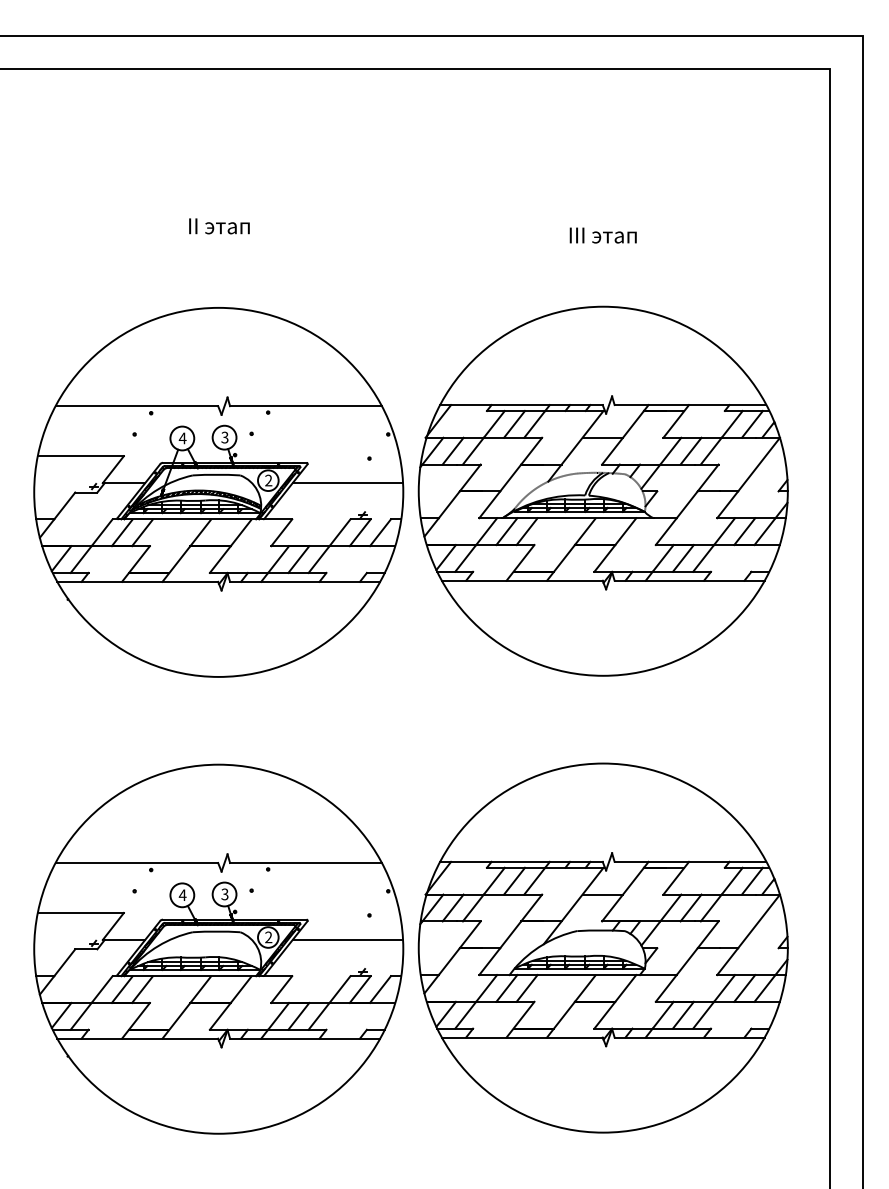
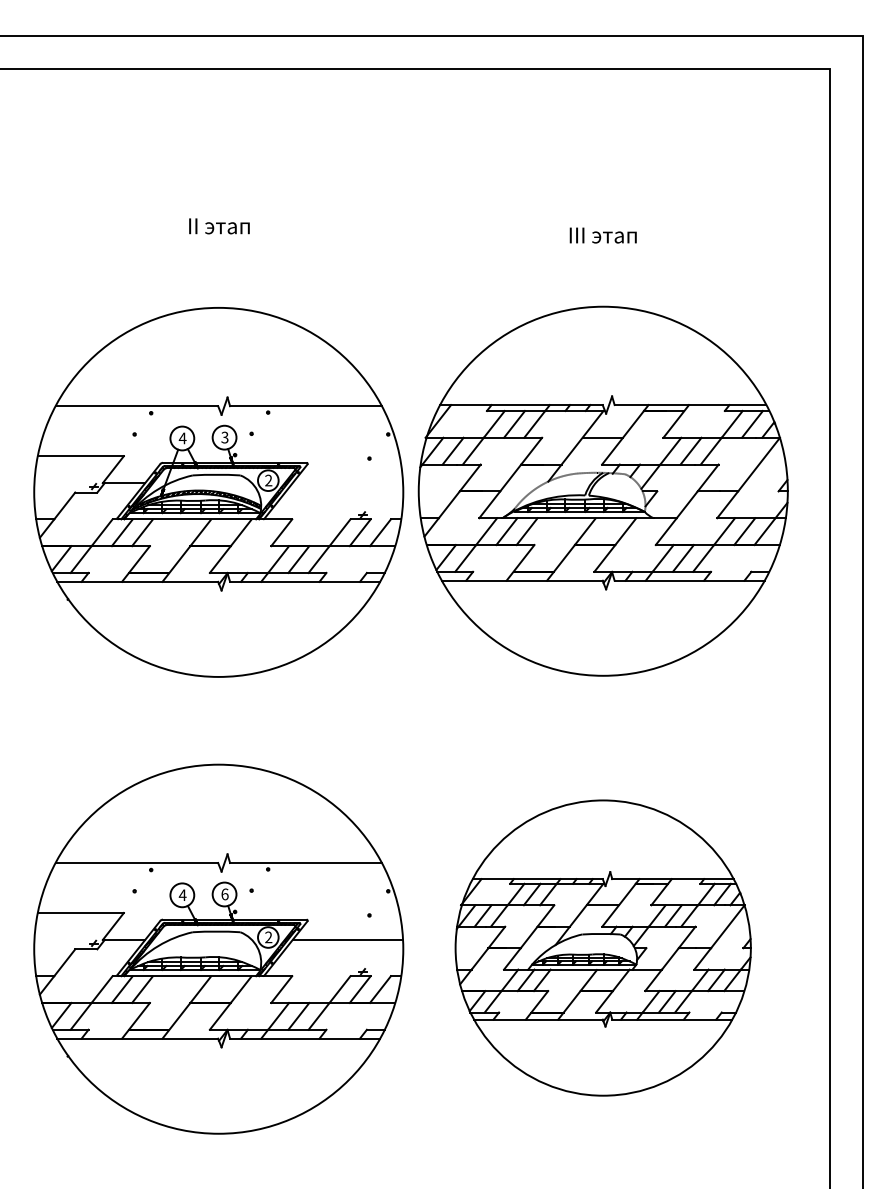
line at (347, 483): present -> none
text at (224, 894): 3 -> 6
part at (602, 947) size: 372x372 px -> 298x298 px
